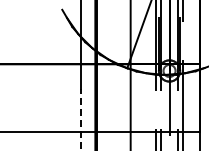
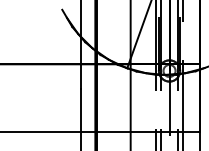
line at (81, 119): dashed -> solid
